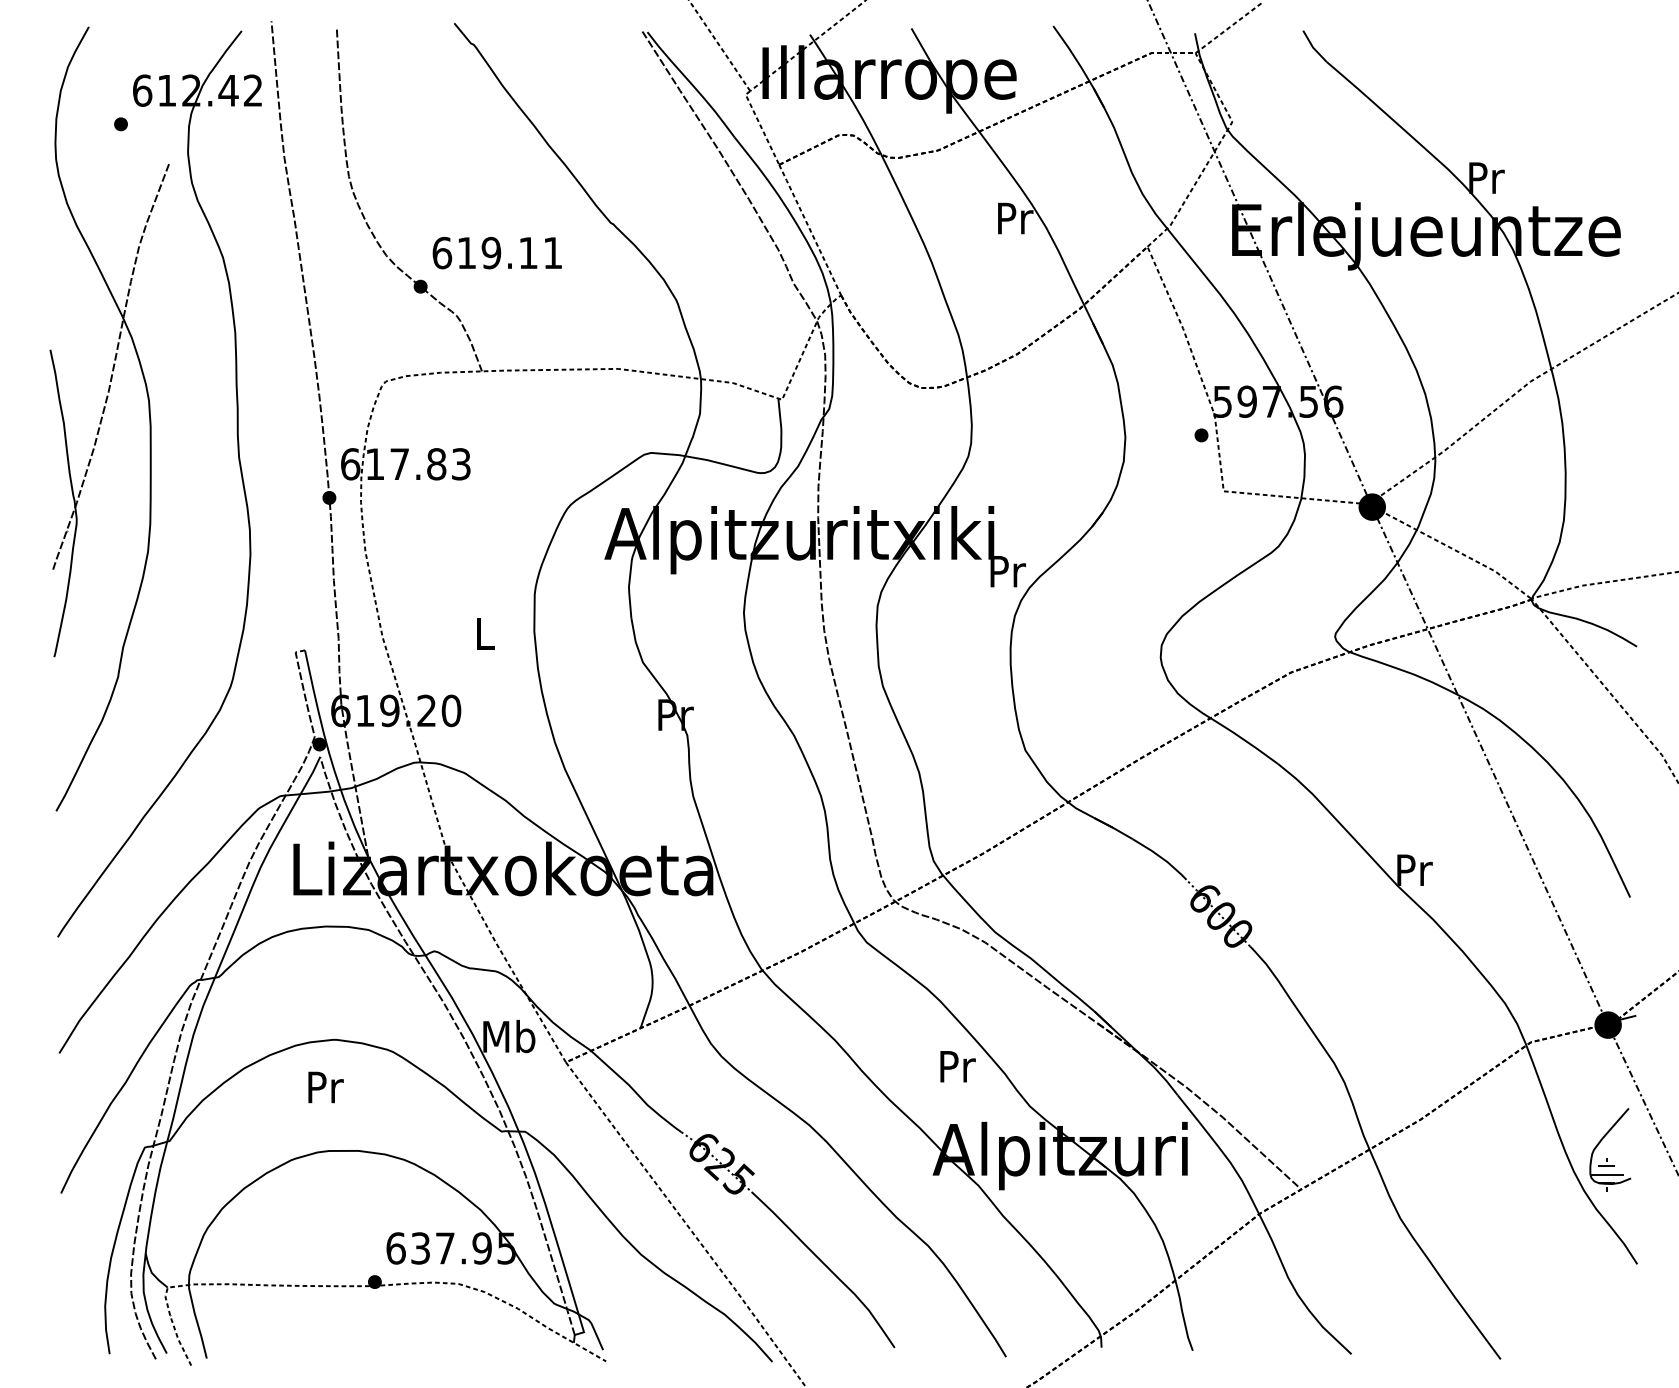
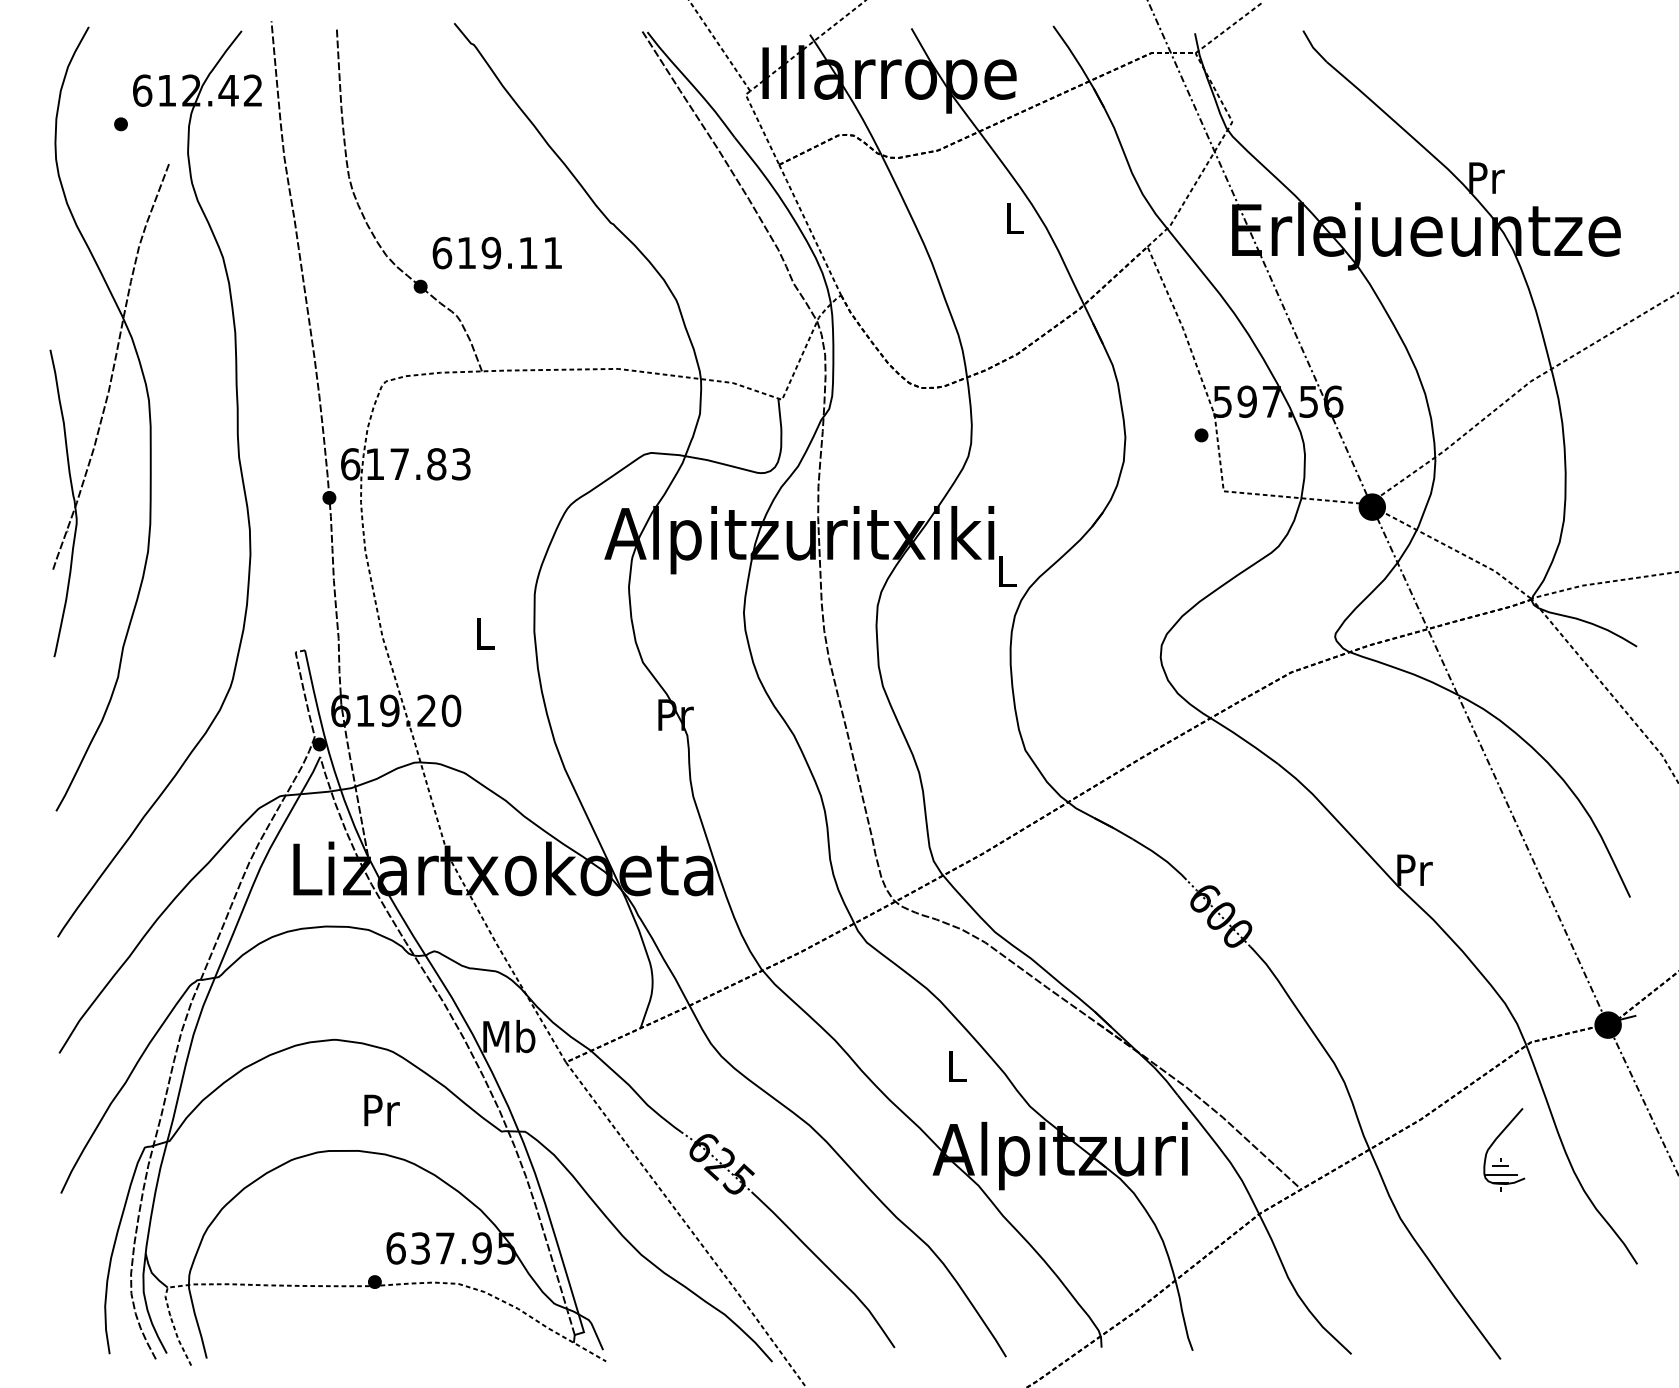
text at (1015, 218): Pr -> L
text at (1008, 571): Pr -> L
text at (957, 1066): Pr -> L
text at (325, 1087) position: (325, 1087) -> (381, 1110)
part at (1607, 1158) position: (1607, 1158) -> (1501, 1158)
